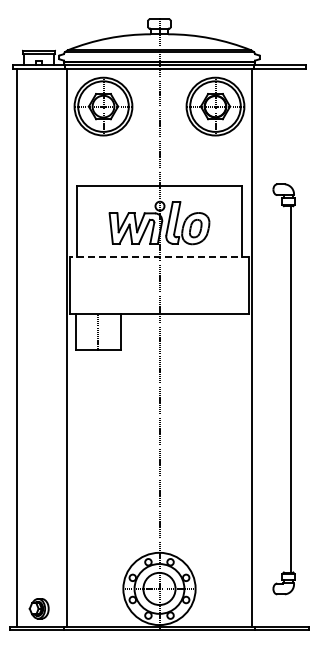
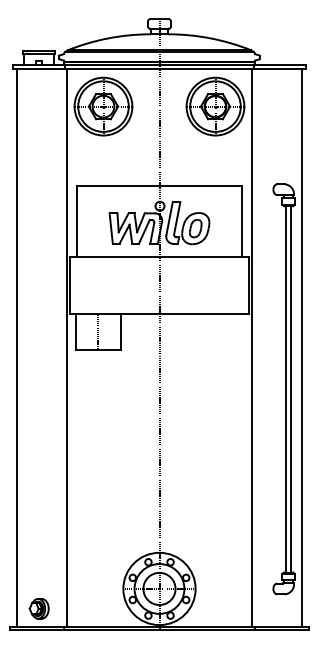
line at (159, 256): dashed -> solid
line at (302, 347): none -> present
line at (286, 389): none -> present
